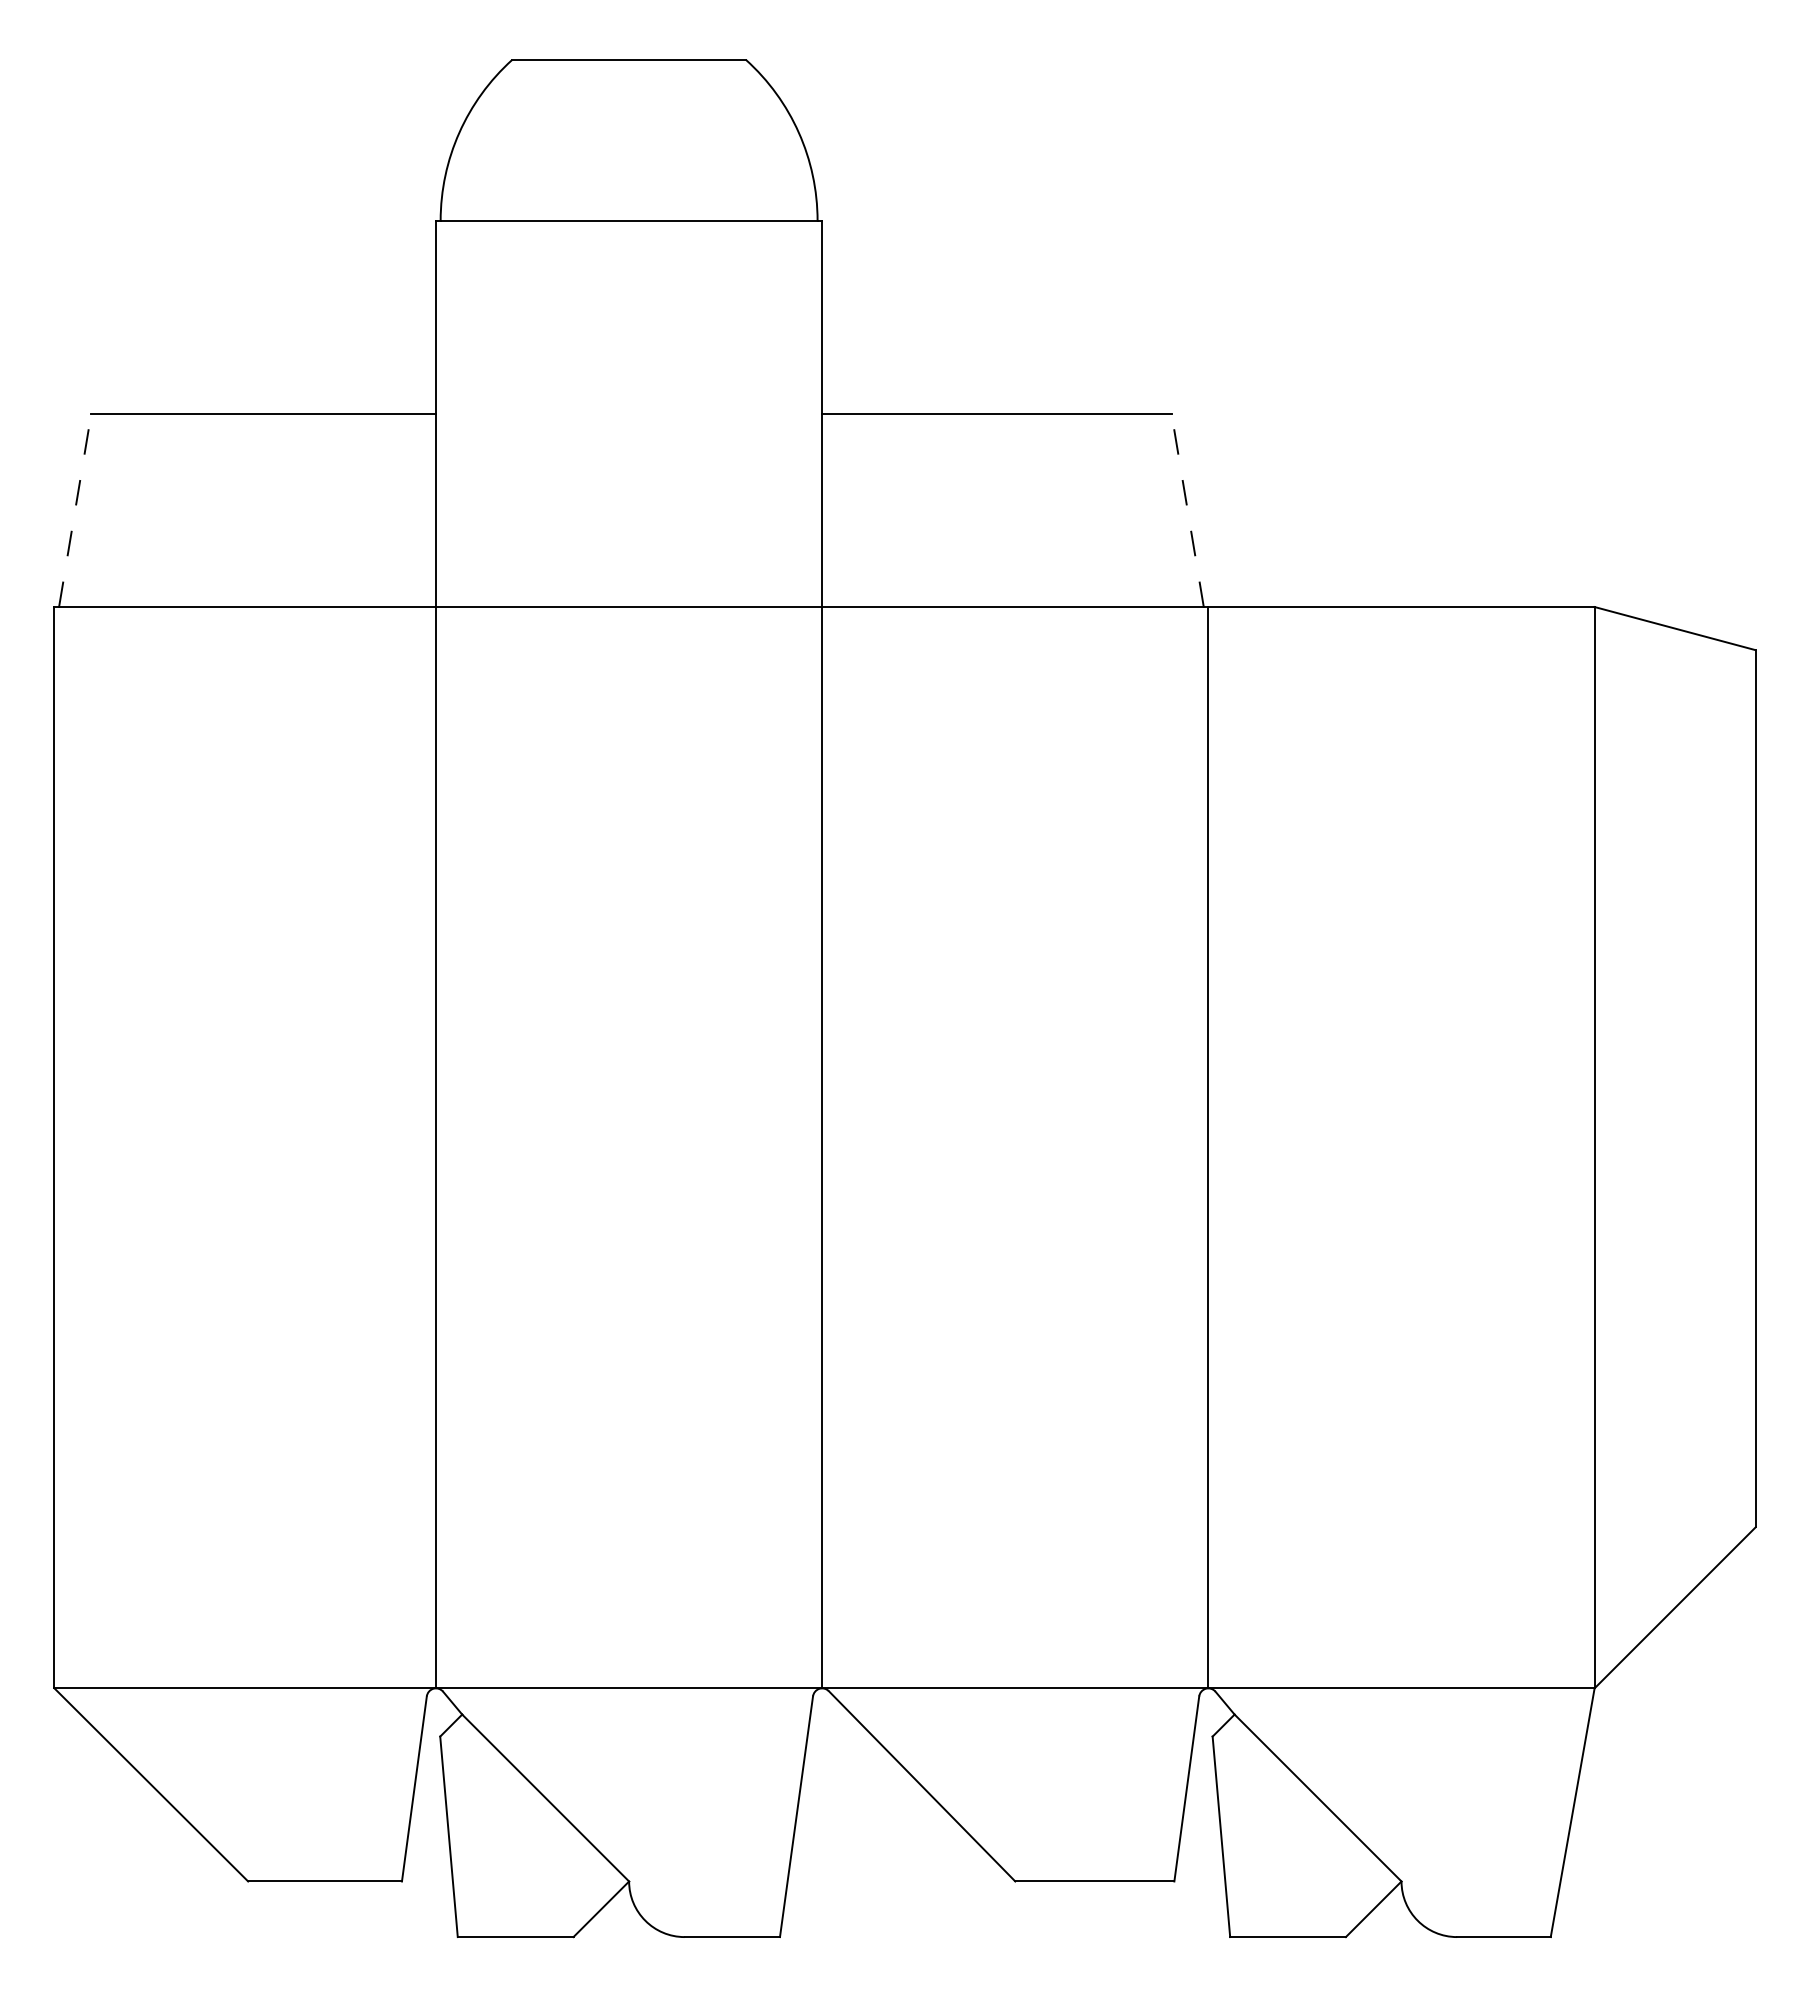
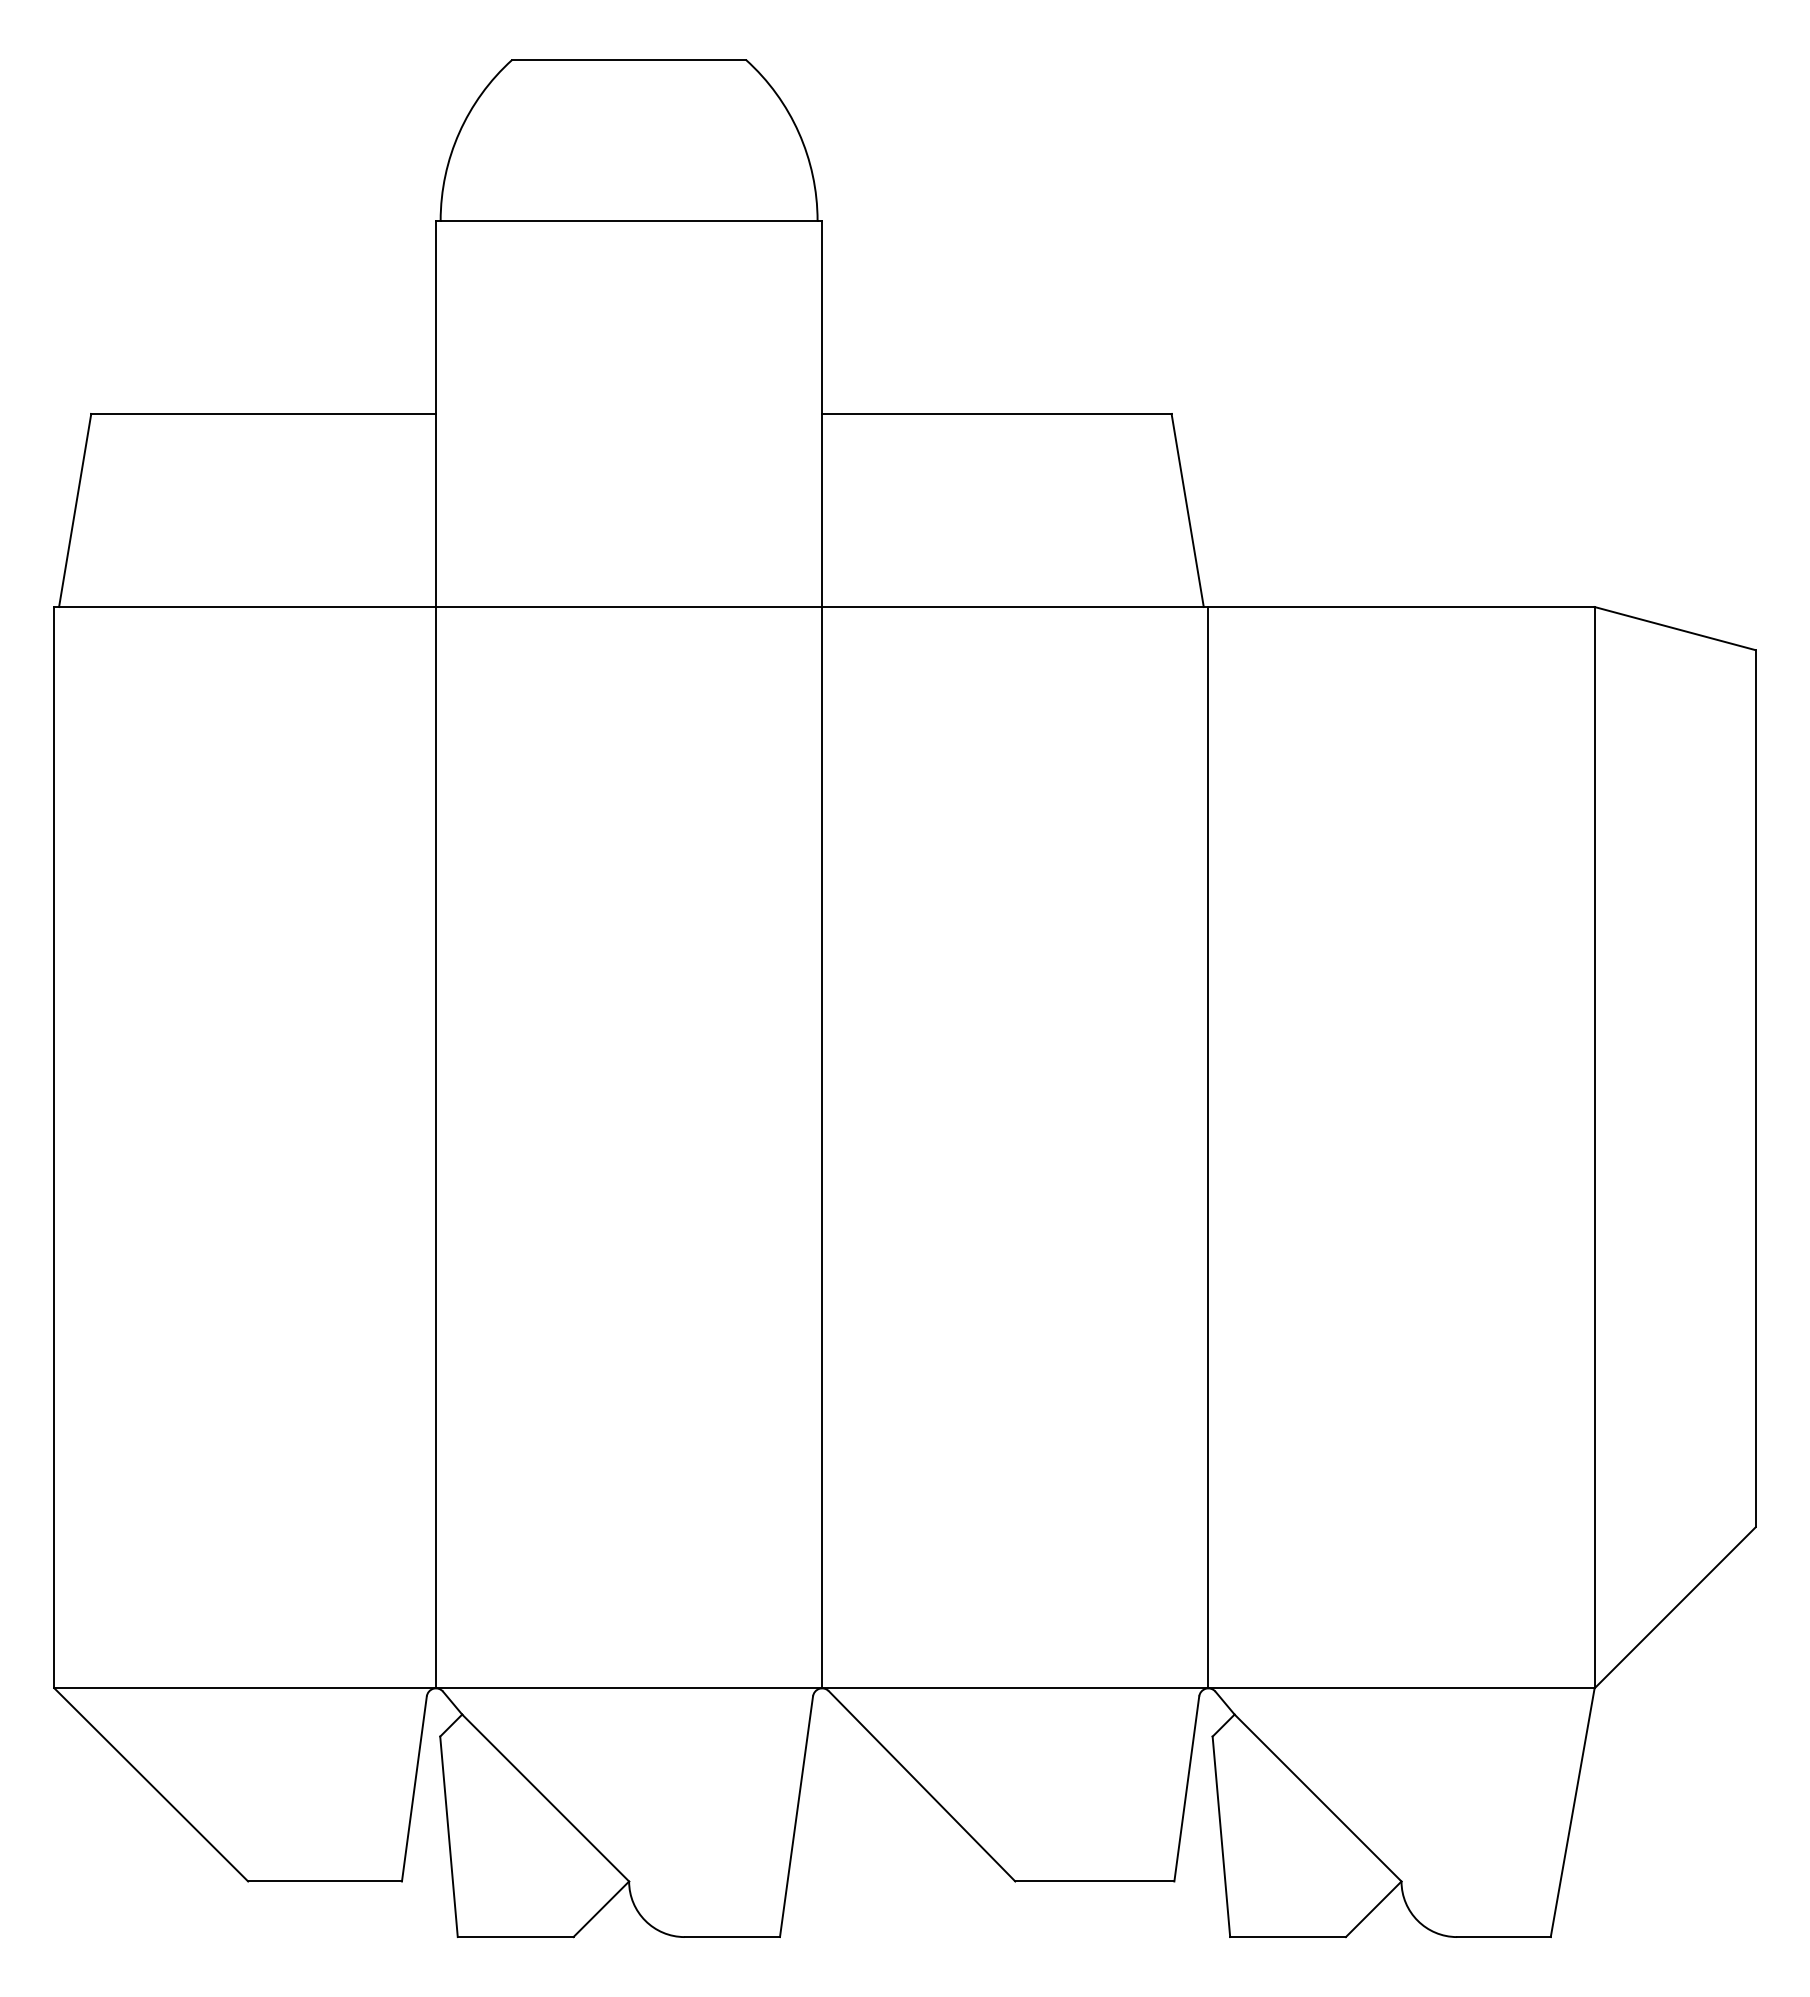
line at (75, 510): dashed -> solid
line at (1187, 510): dashed -> solid
